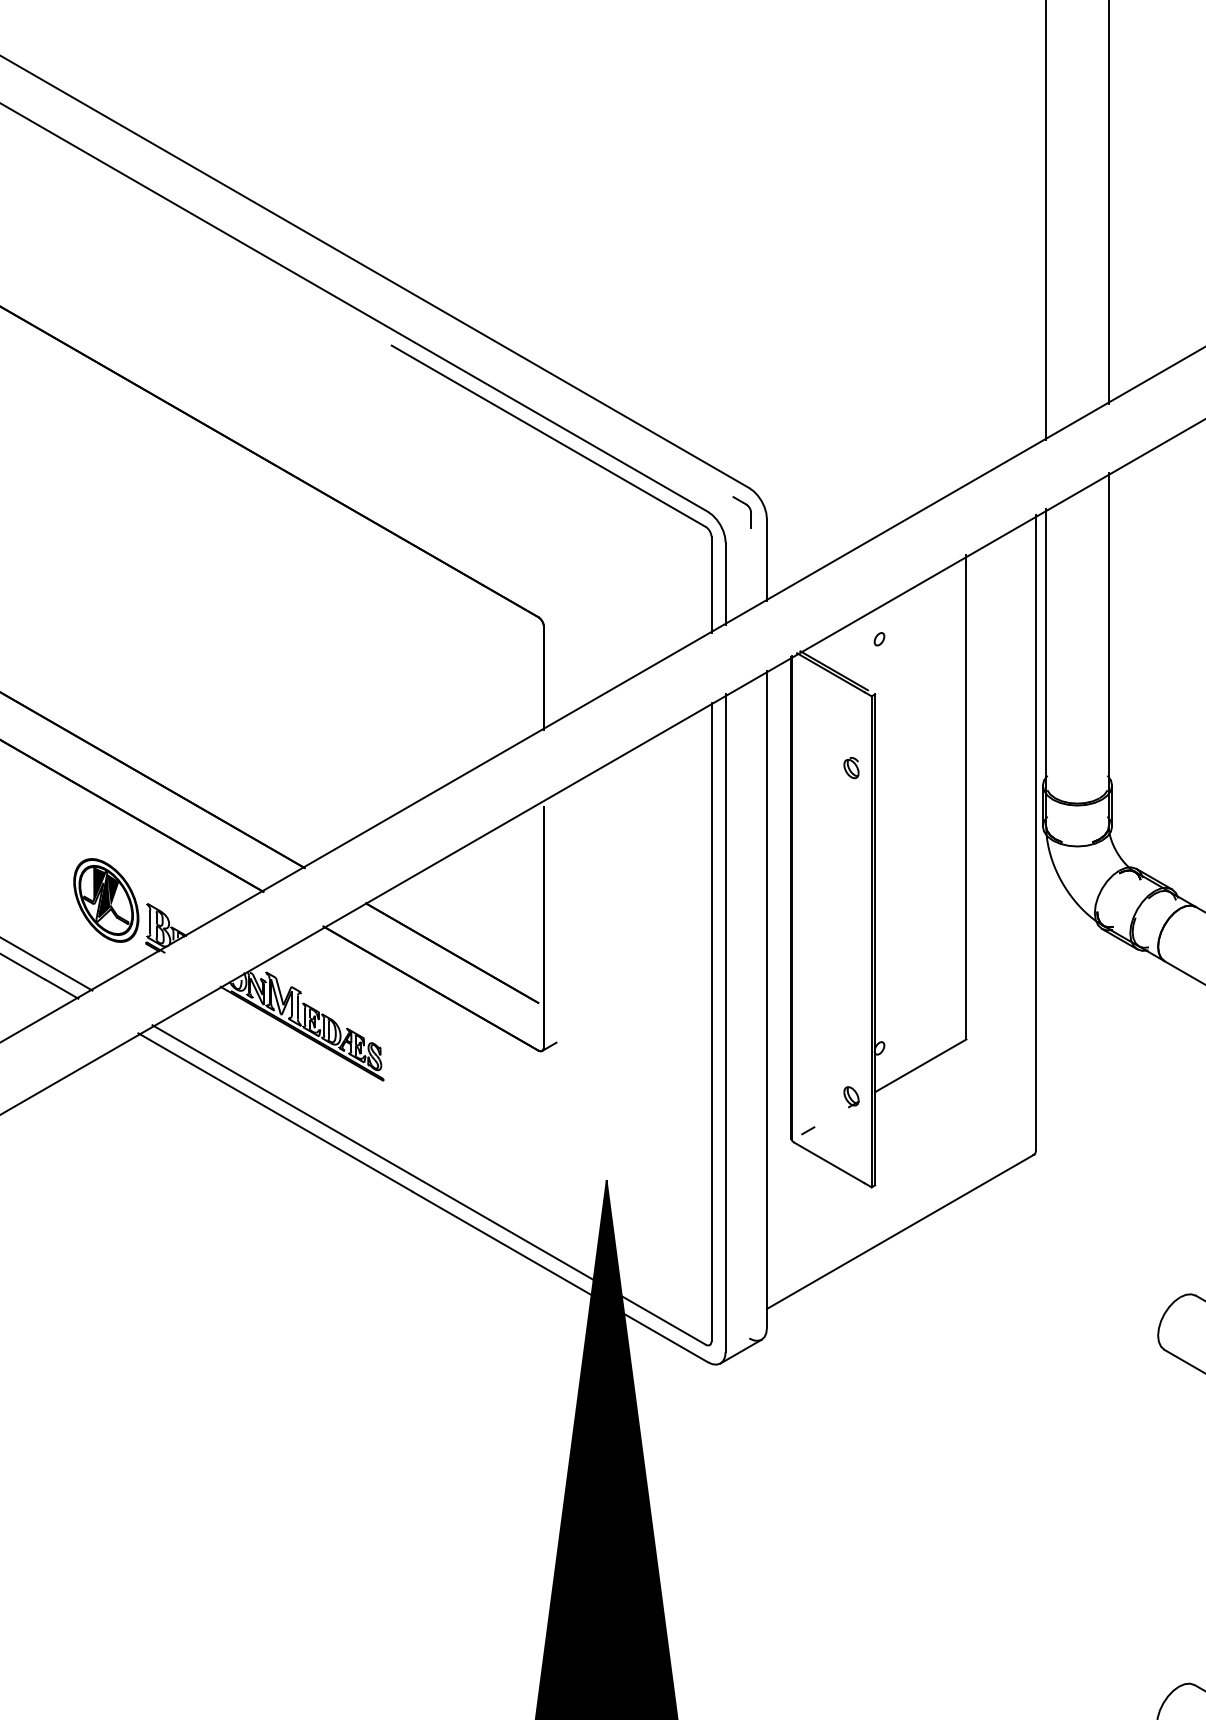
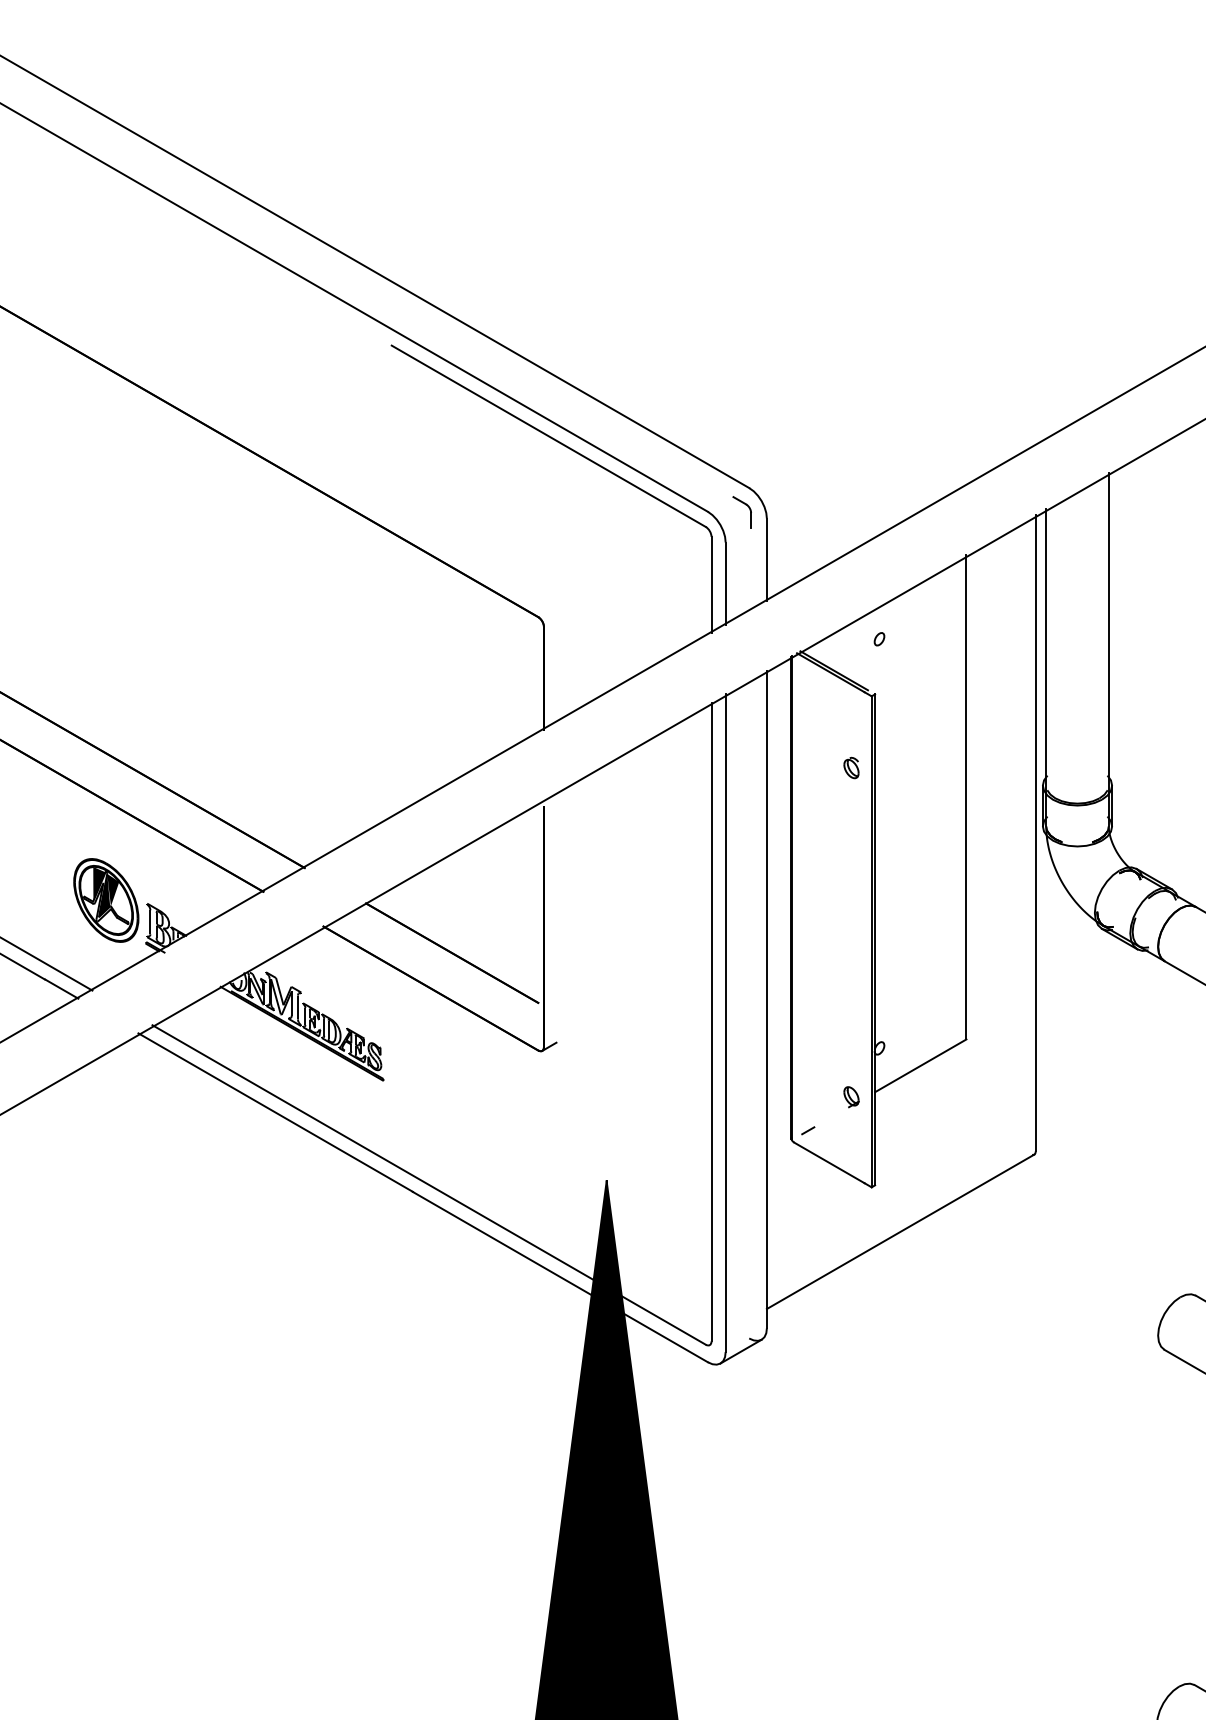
line at (1108, 202): present -> none
line at (1046, 220): present -> none
